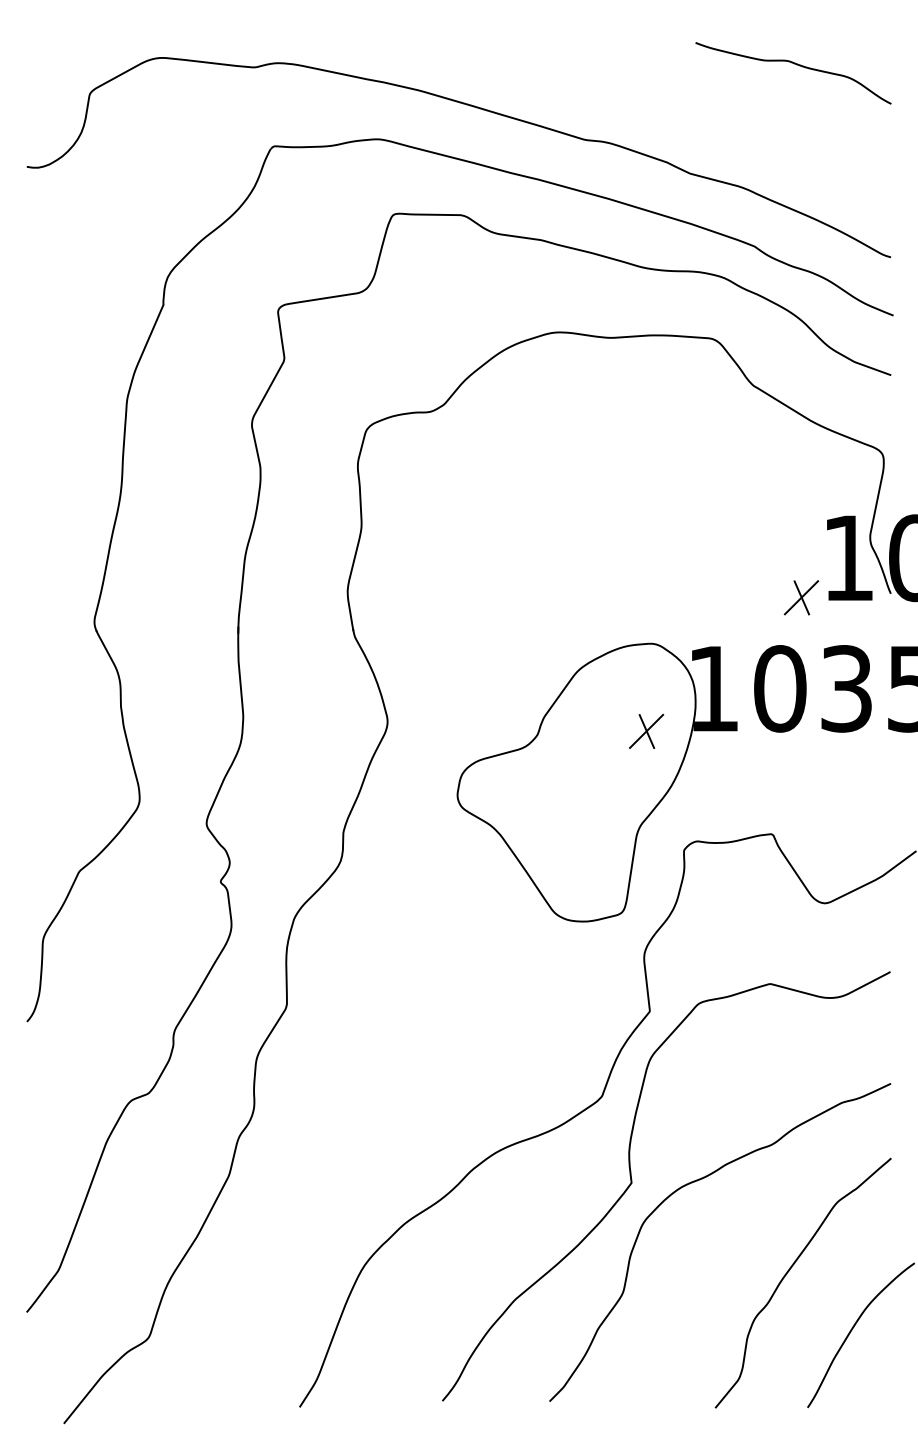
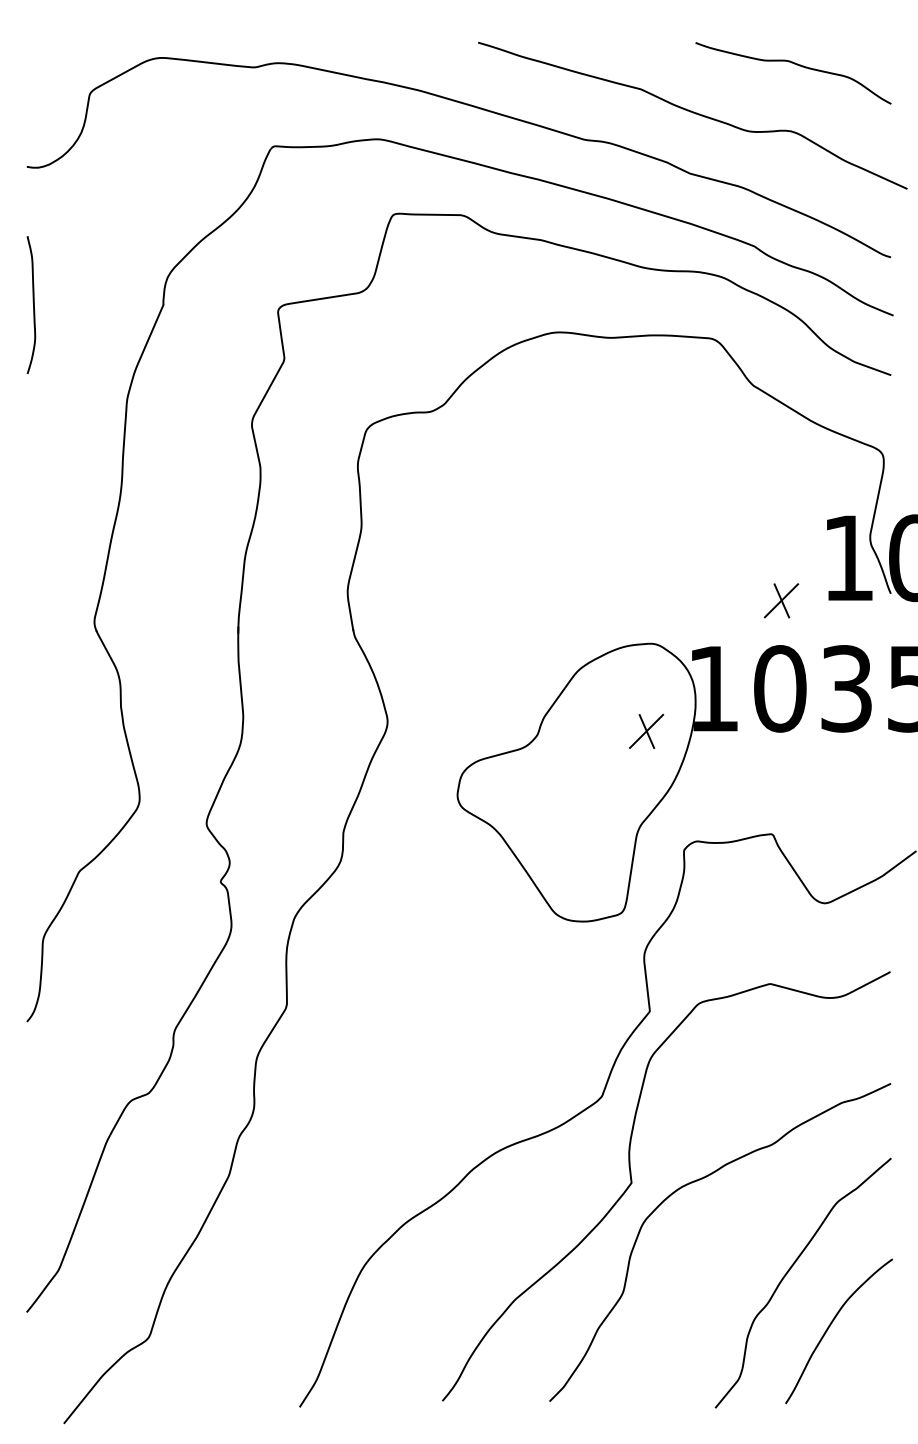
curve at (692, 113): none -> present
curve at (33, 304): none -> present
part at (801, 597) position: (801, 597) -> (781, 600)
curve at (852, 1330) position: (852, 1330) -> (830, 1326)
